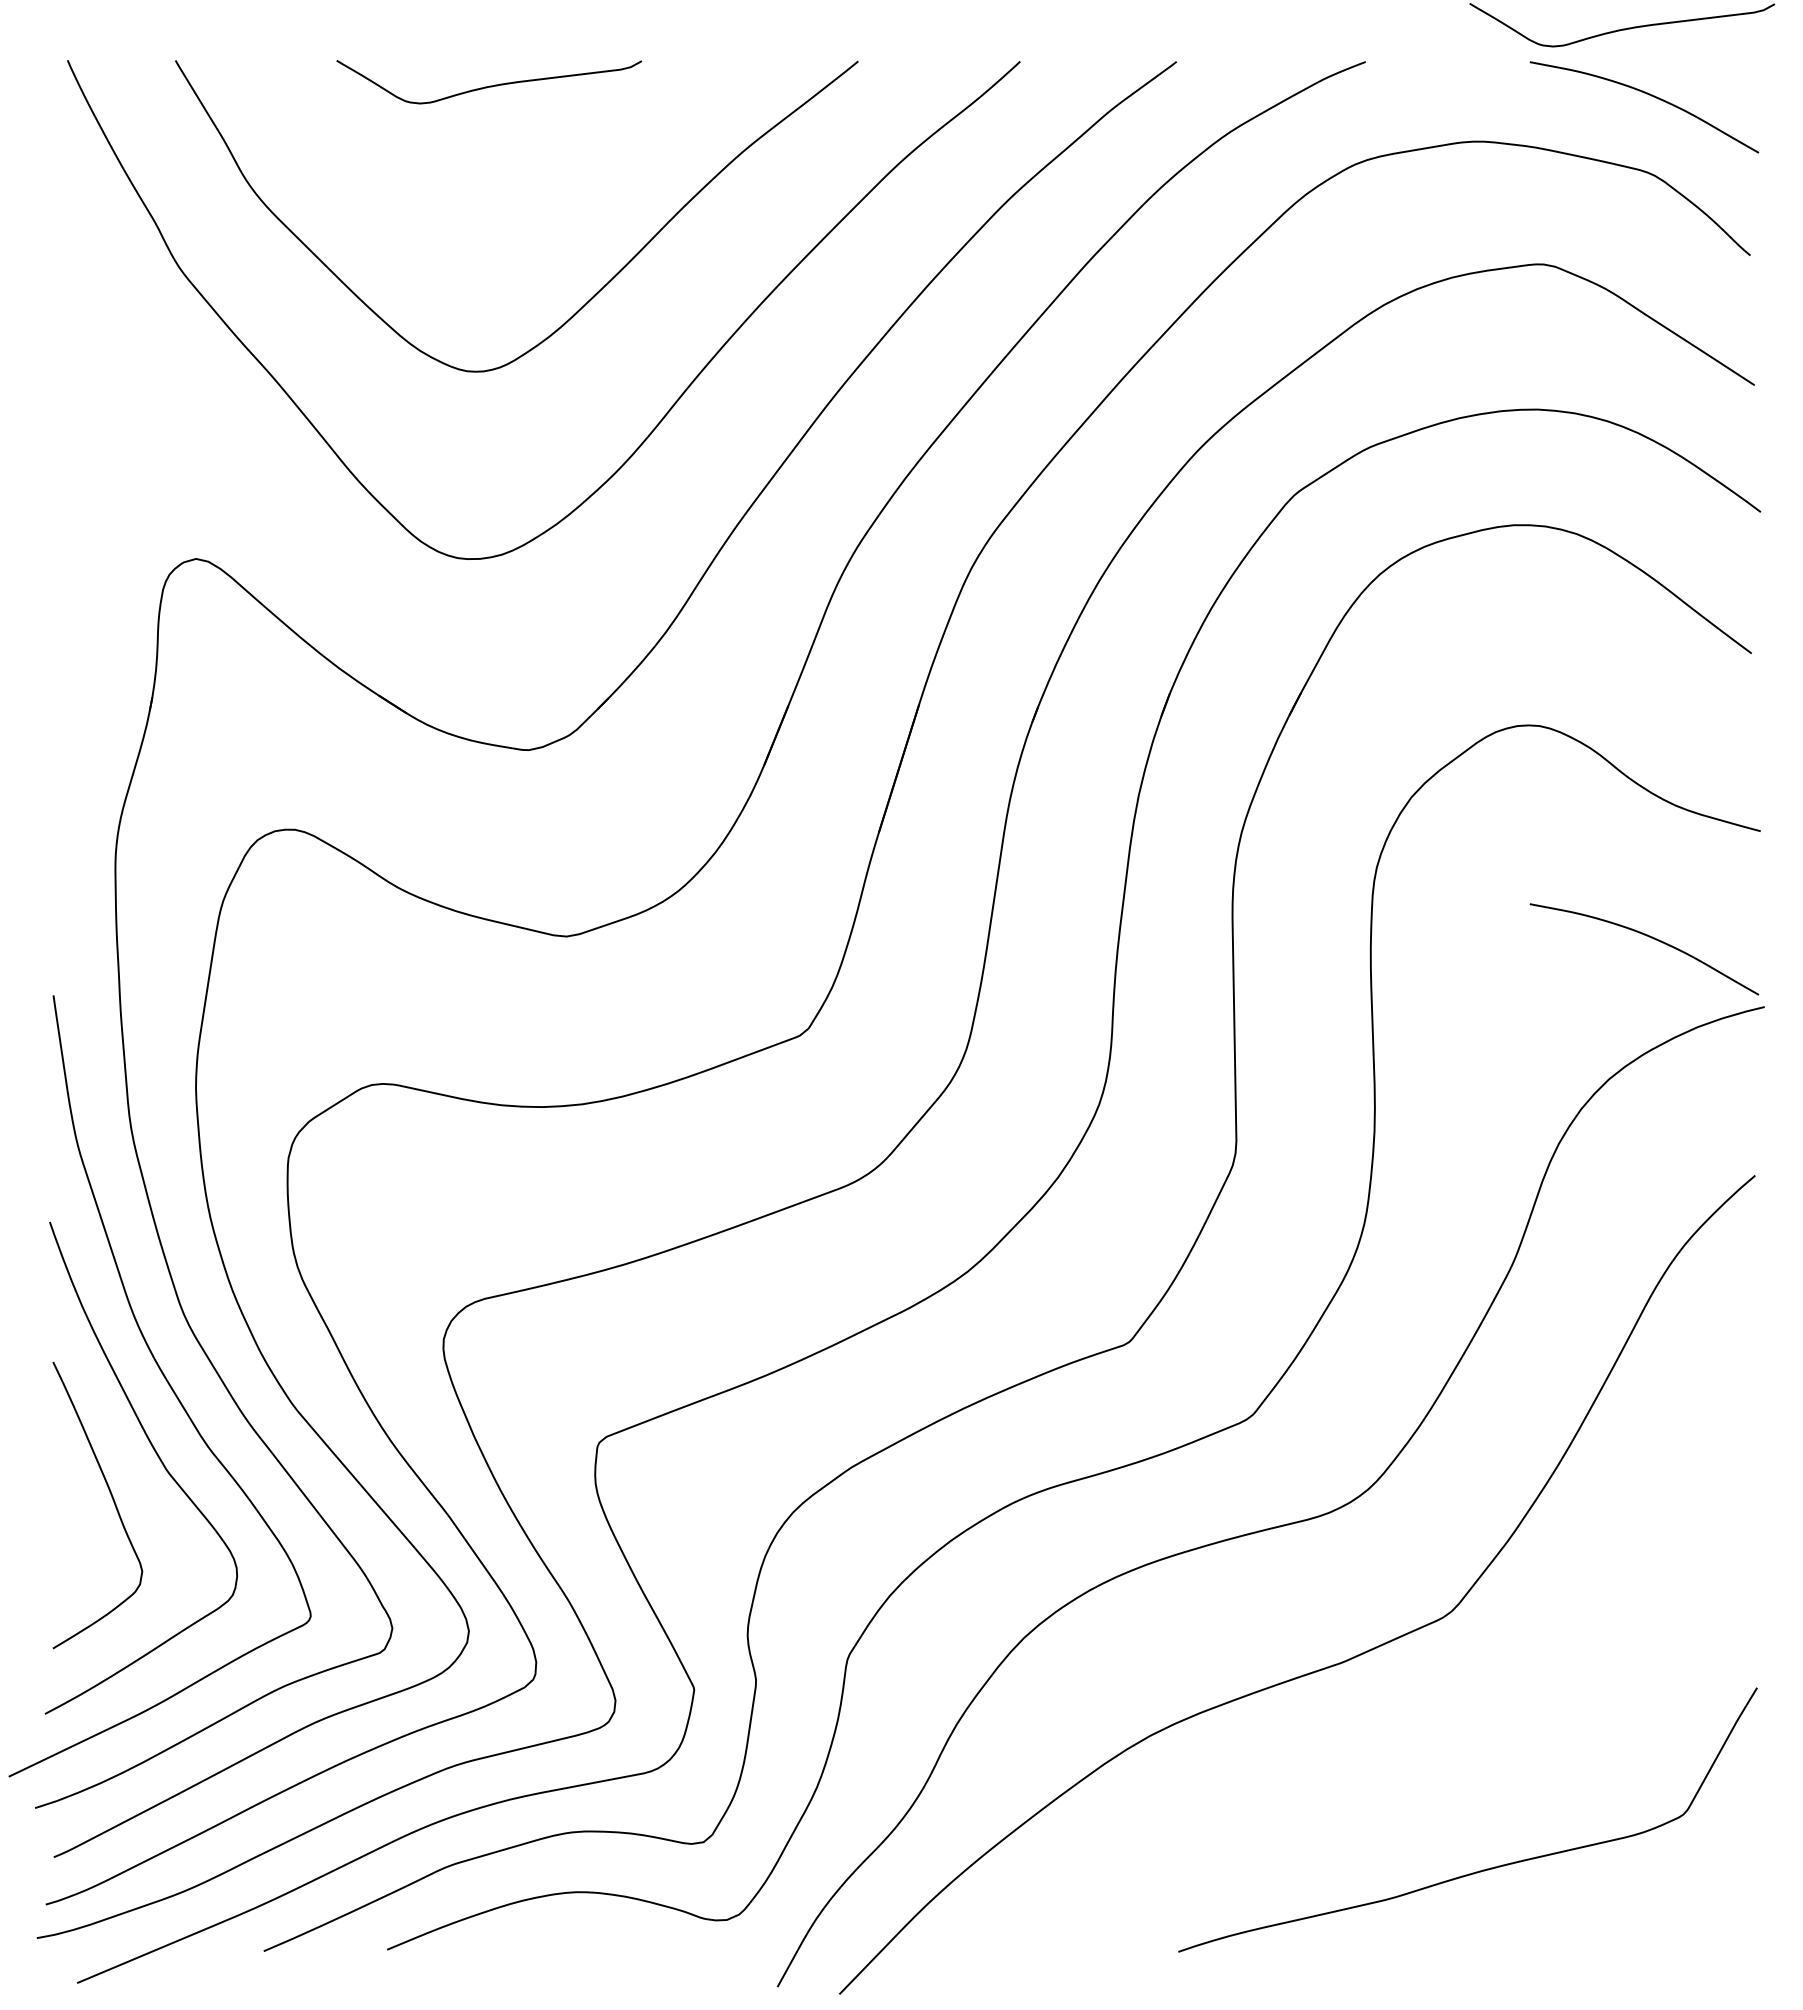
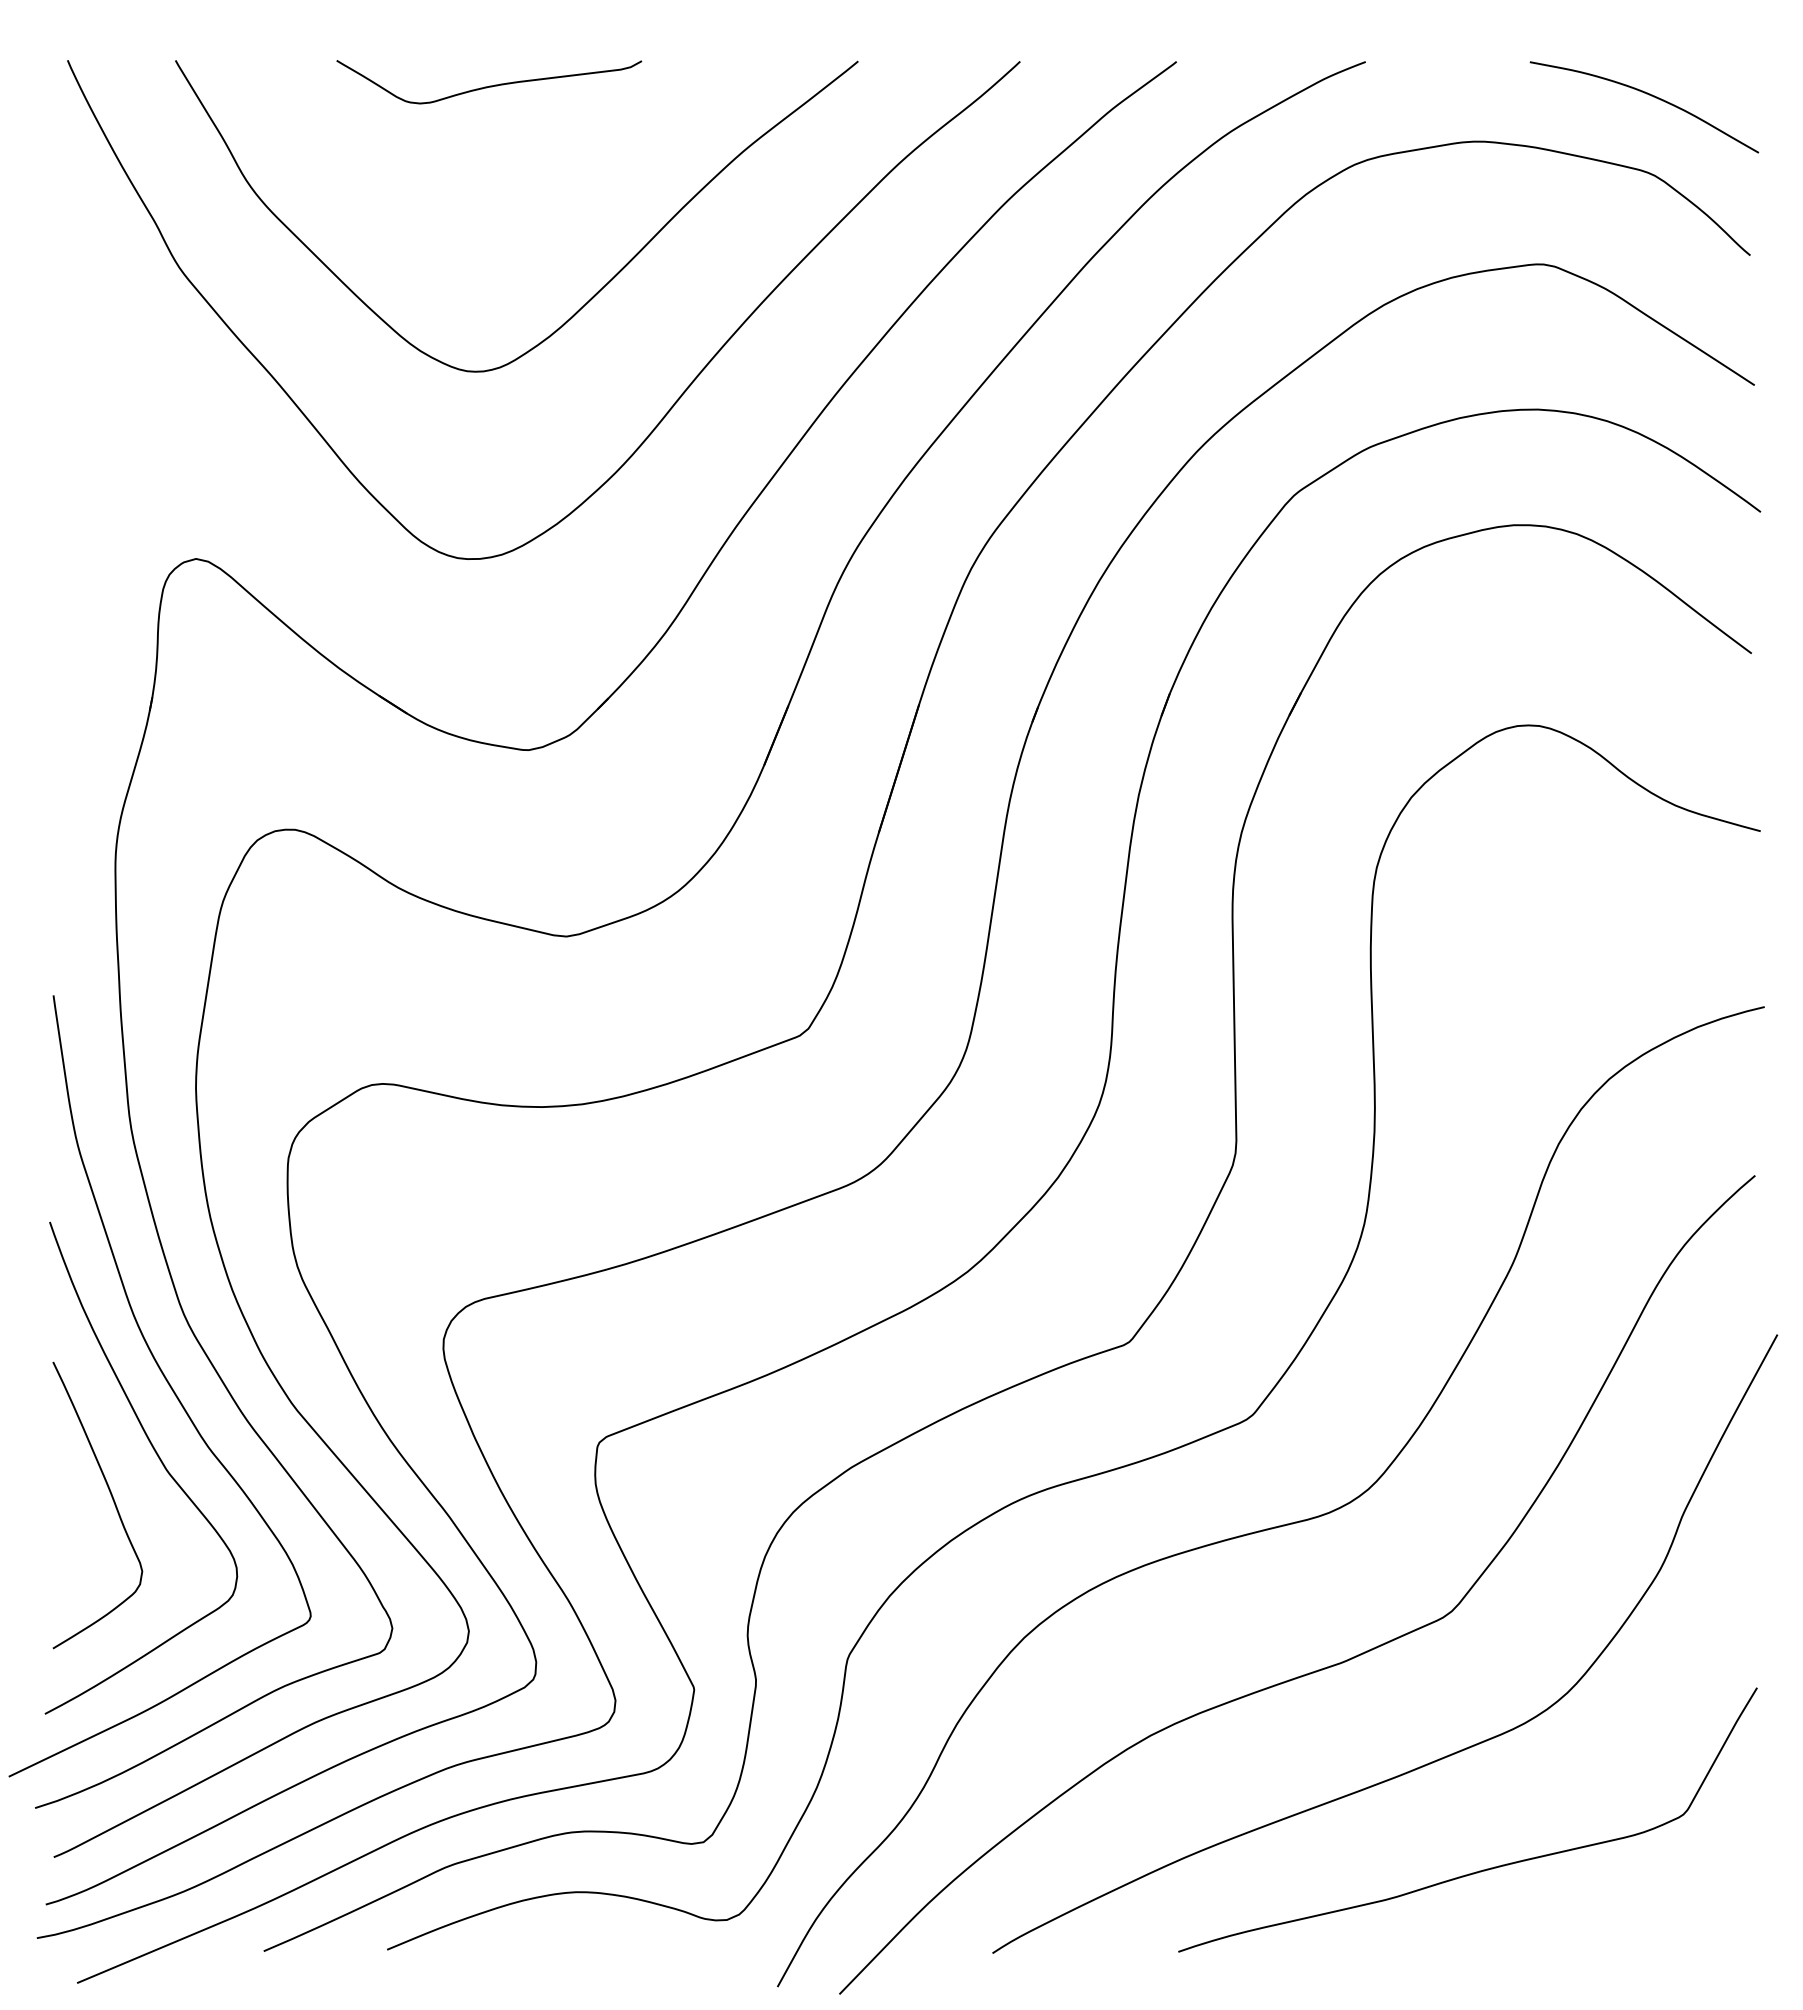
curve at (1622, 28): present -> none
curve at (1649, 937): present -> none
curve at (1431, 1761): none -> present
